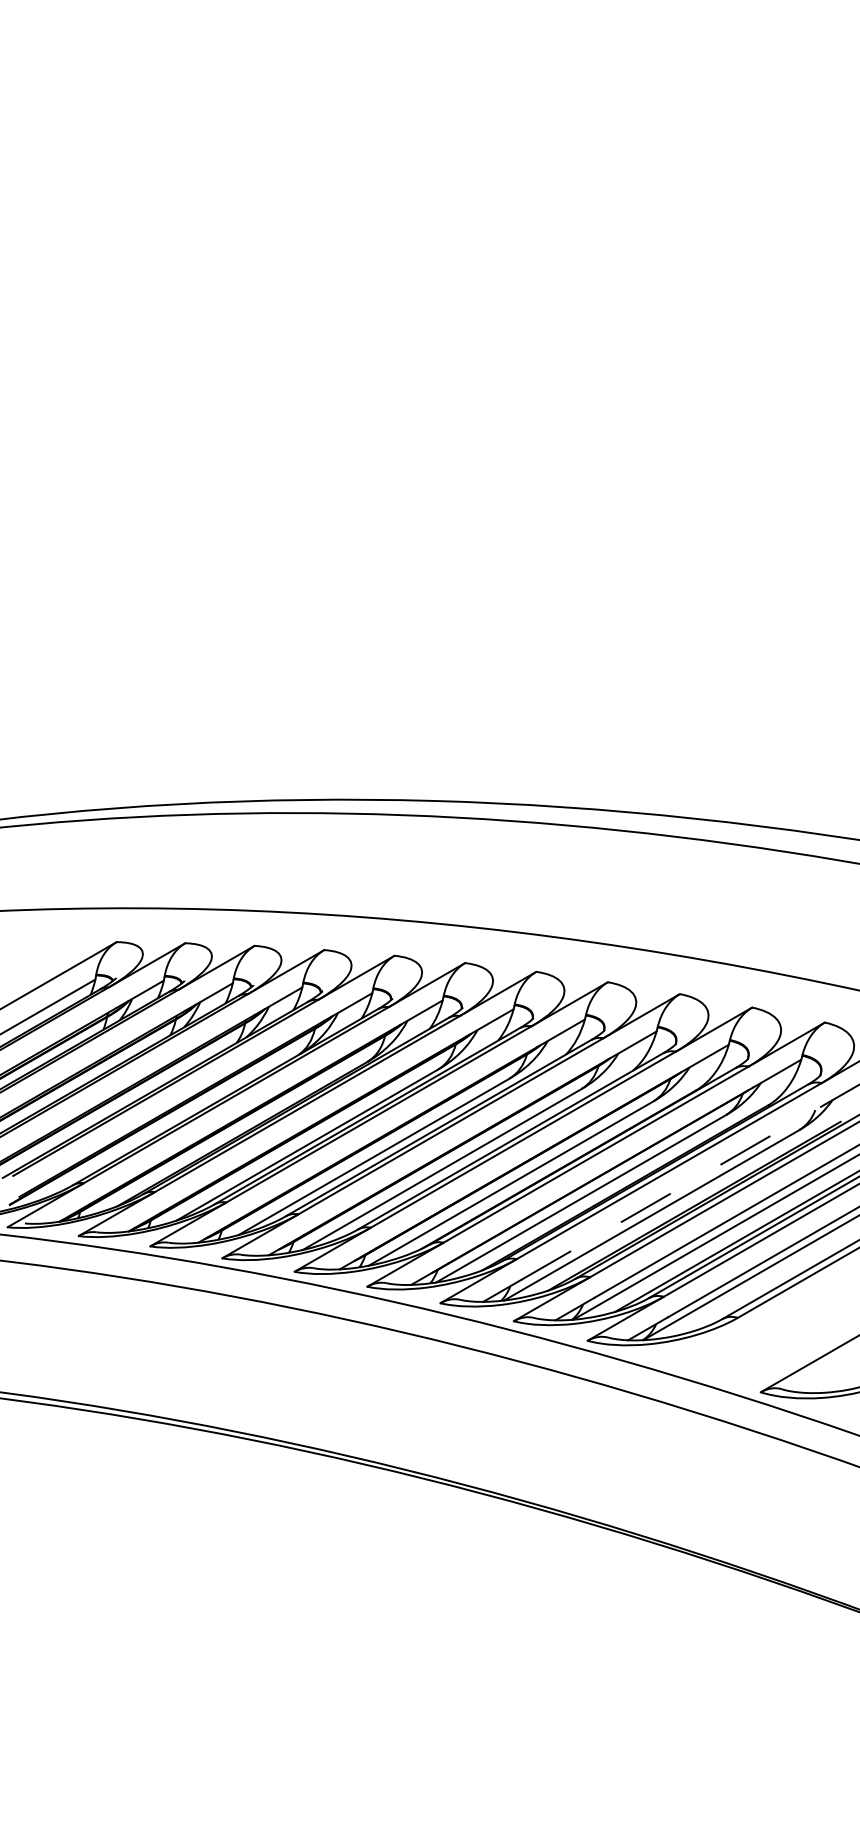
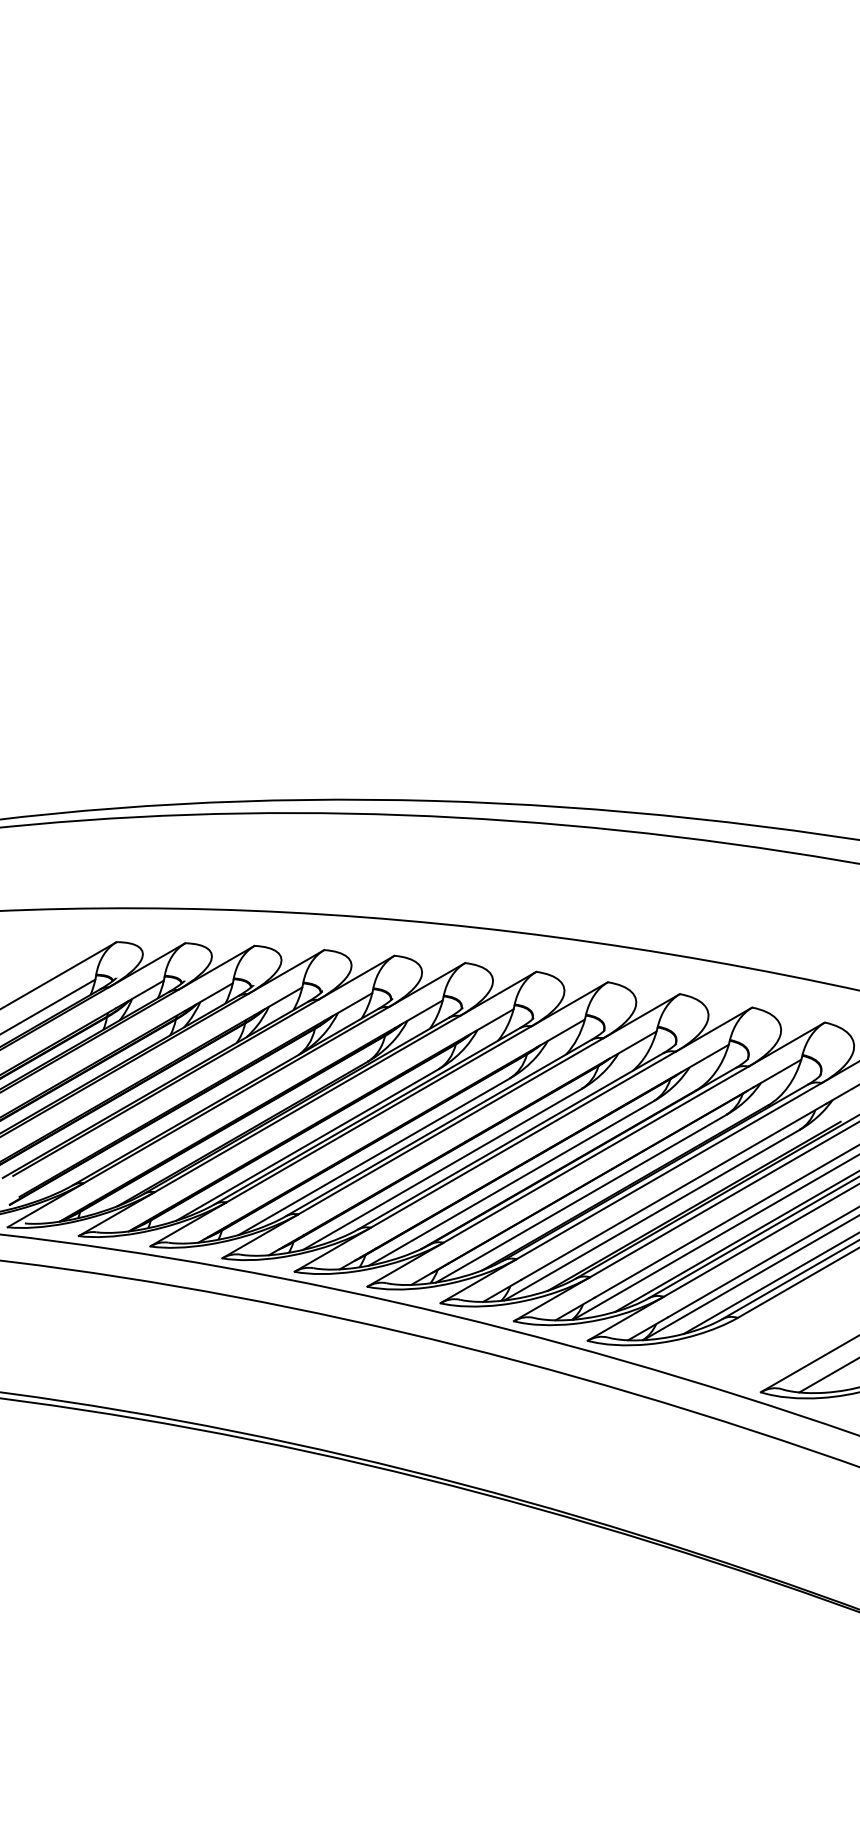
line at (674, 1191): dashed -> solid
line at (769, 1283): none -> present
line at (827, 1375): none -> present
